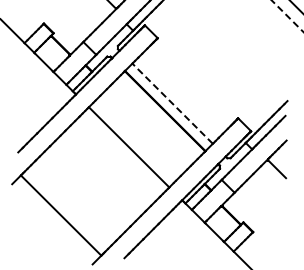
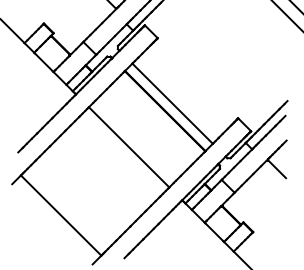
line at (287, 16): dashed -> solid
line at (172, 103): dashed -> solid
